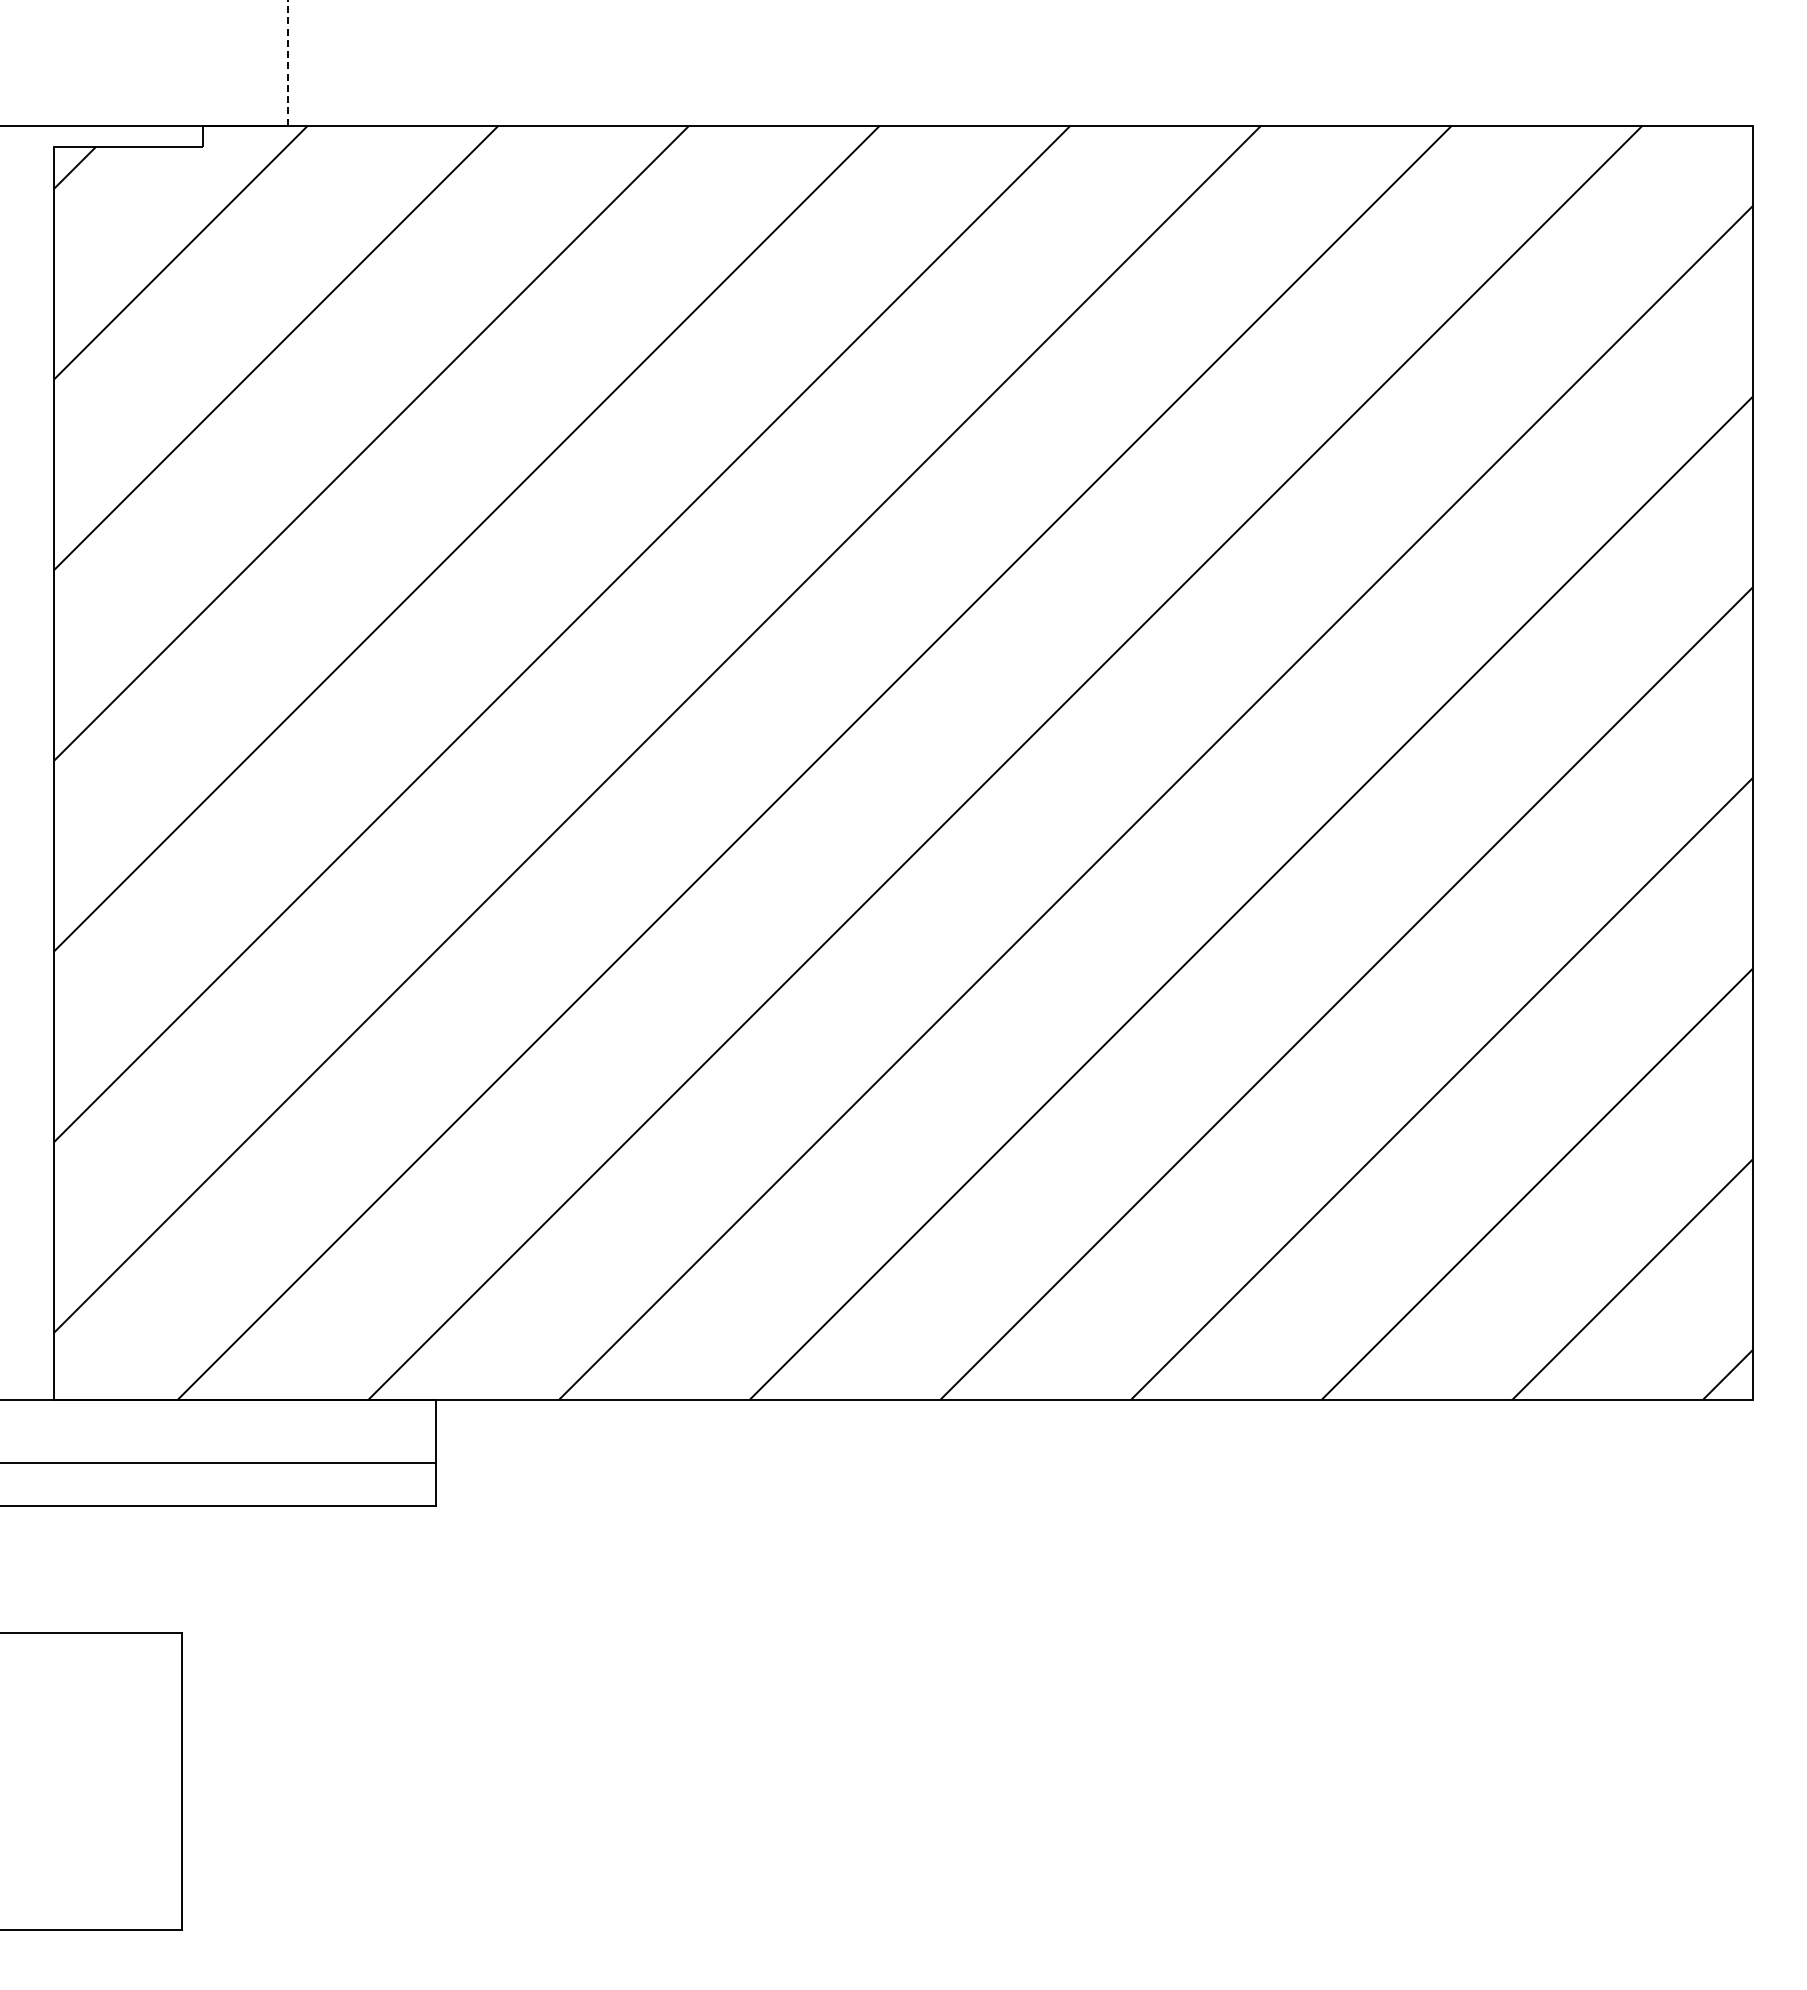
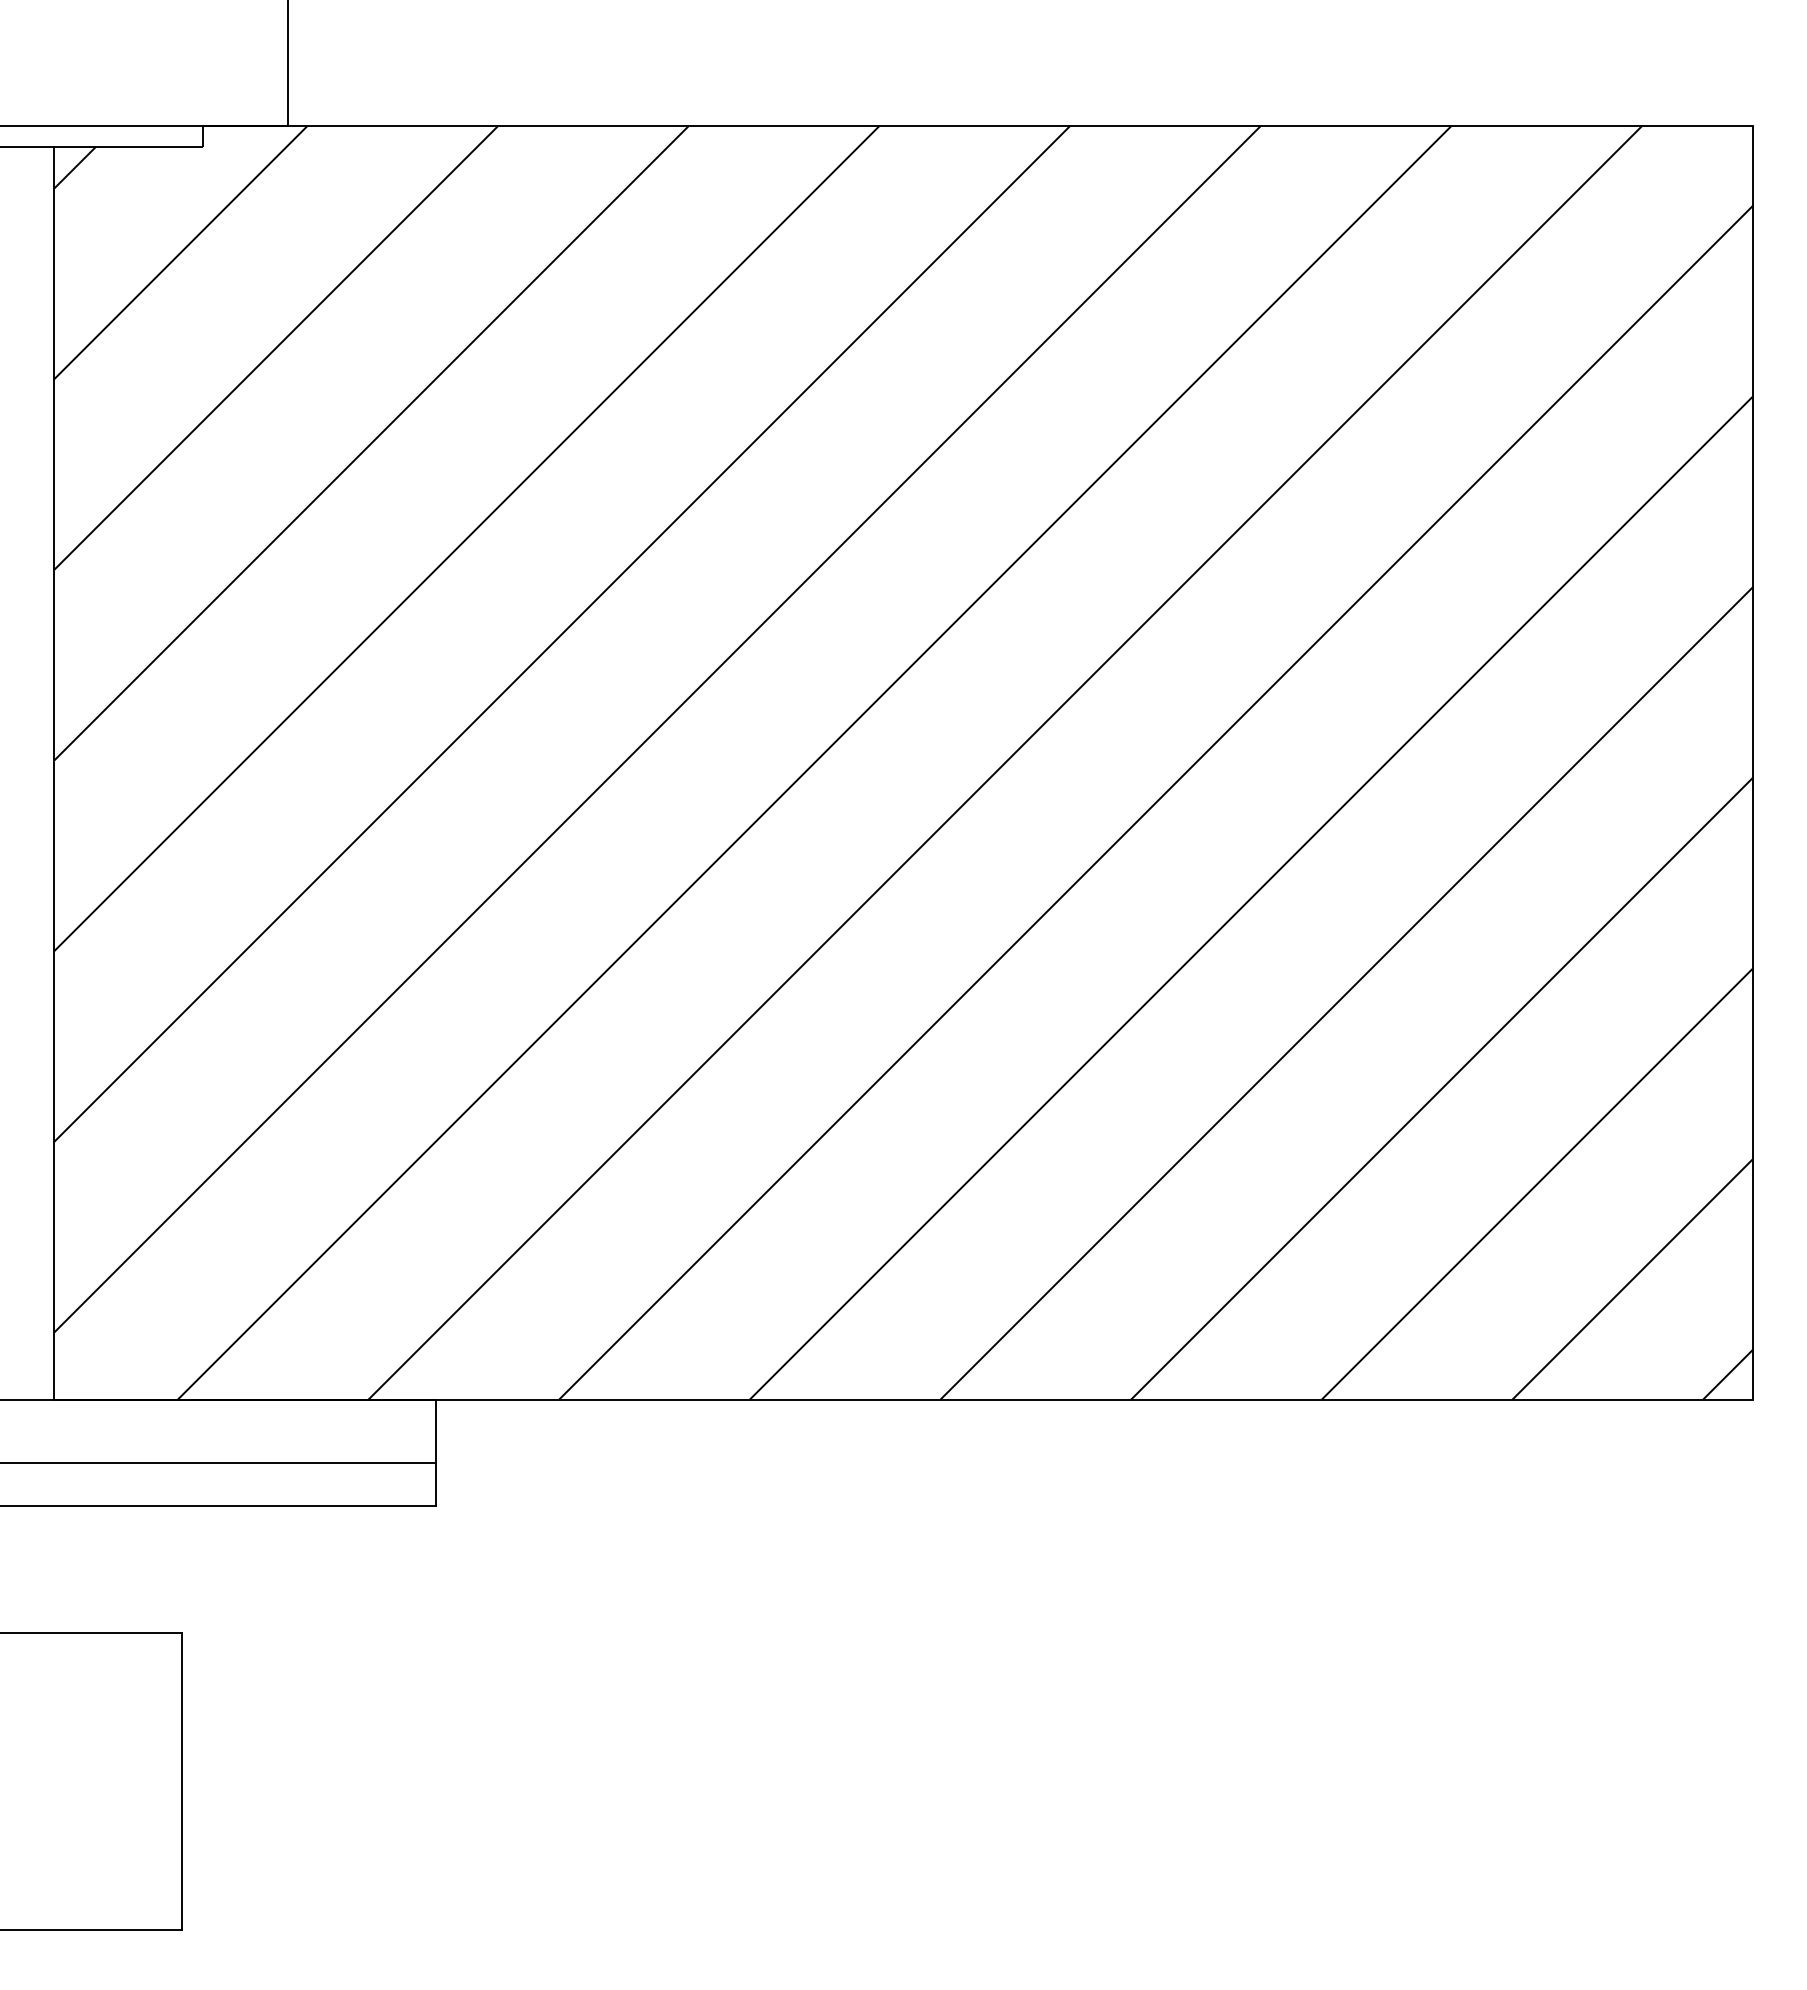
line at (287, 62): dashed -> solid
line at (28, 146): none -> present
